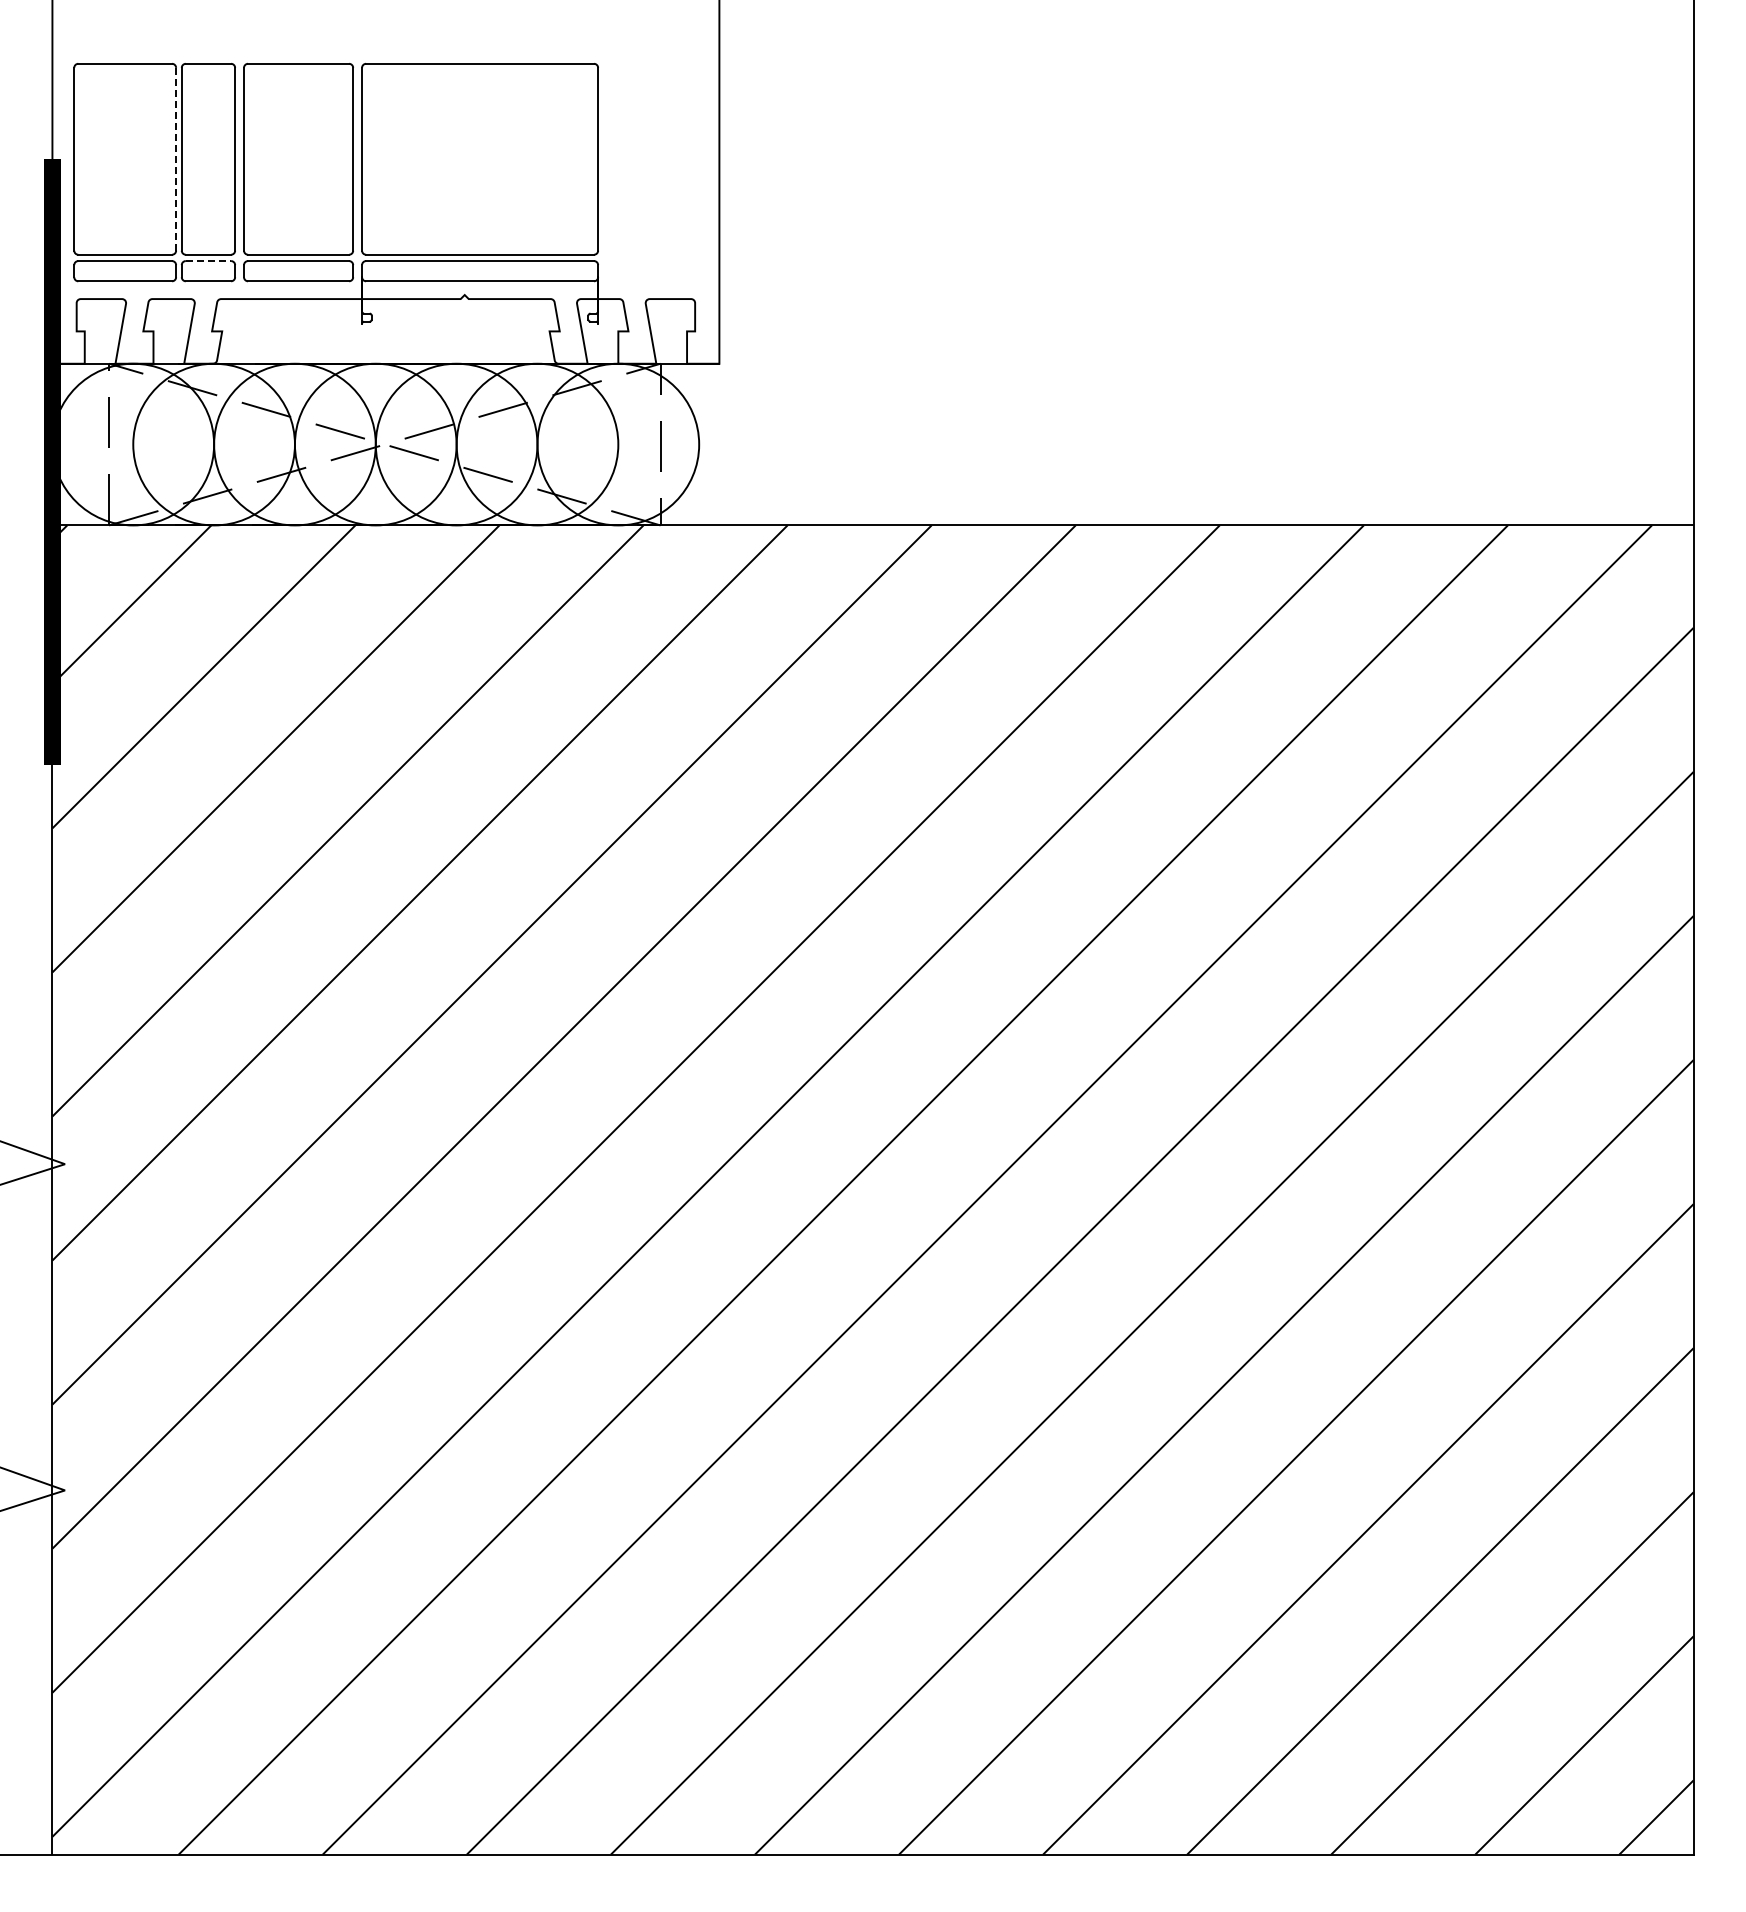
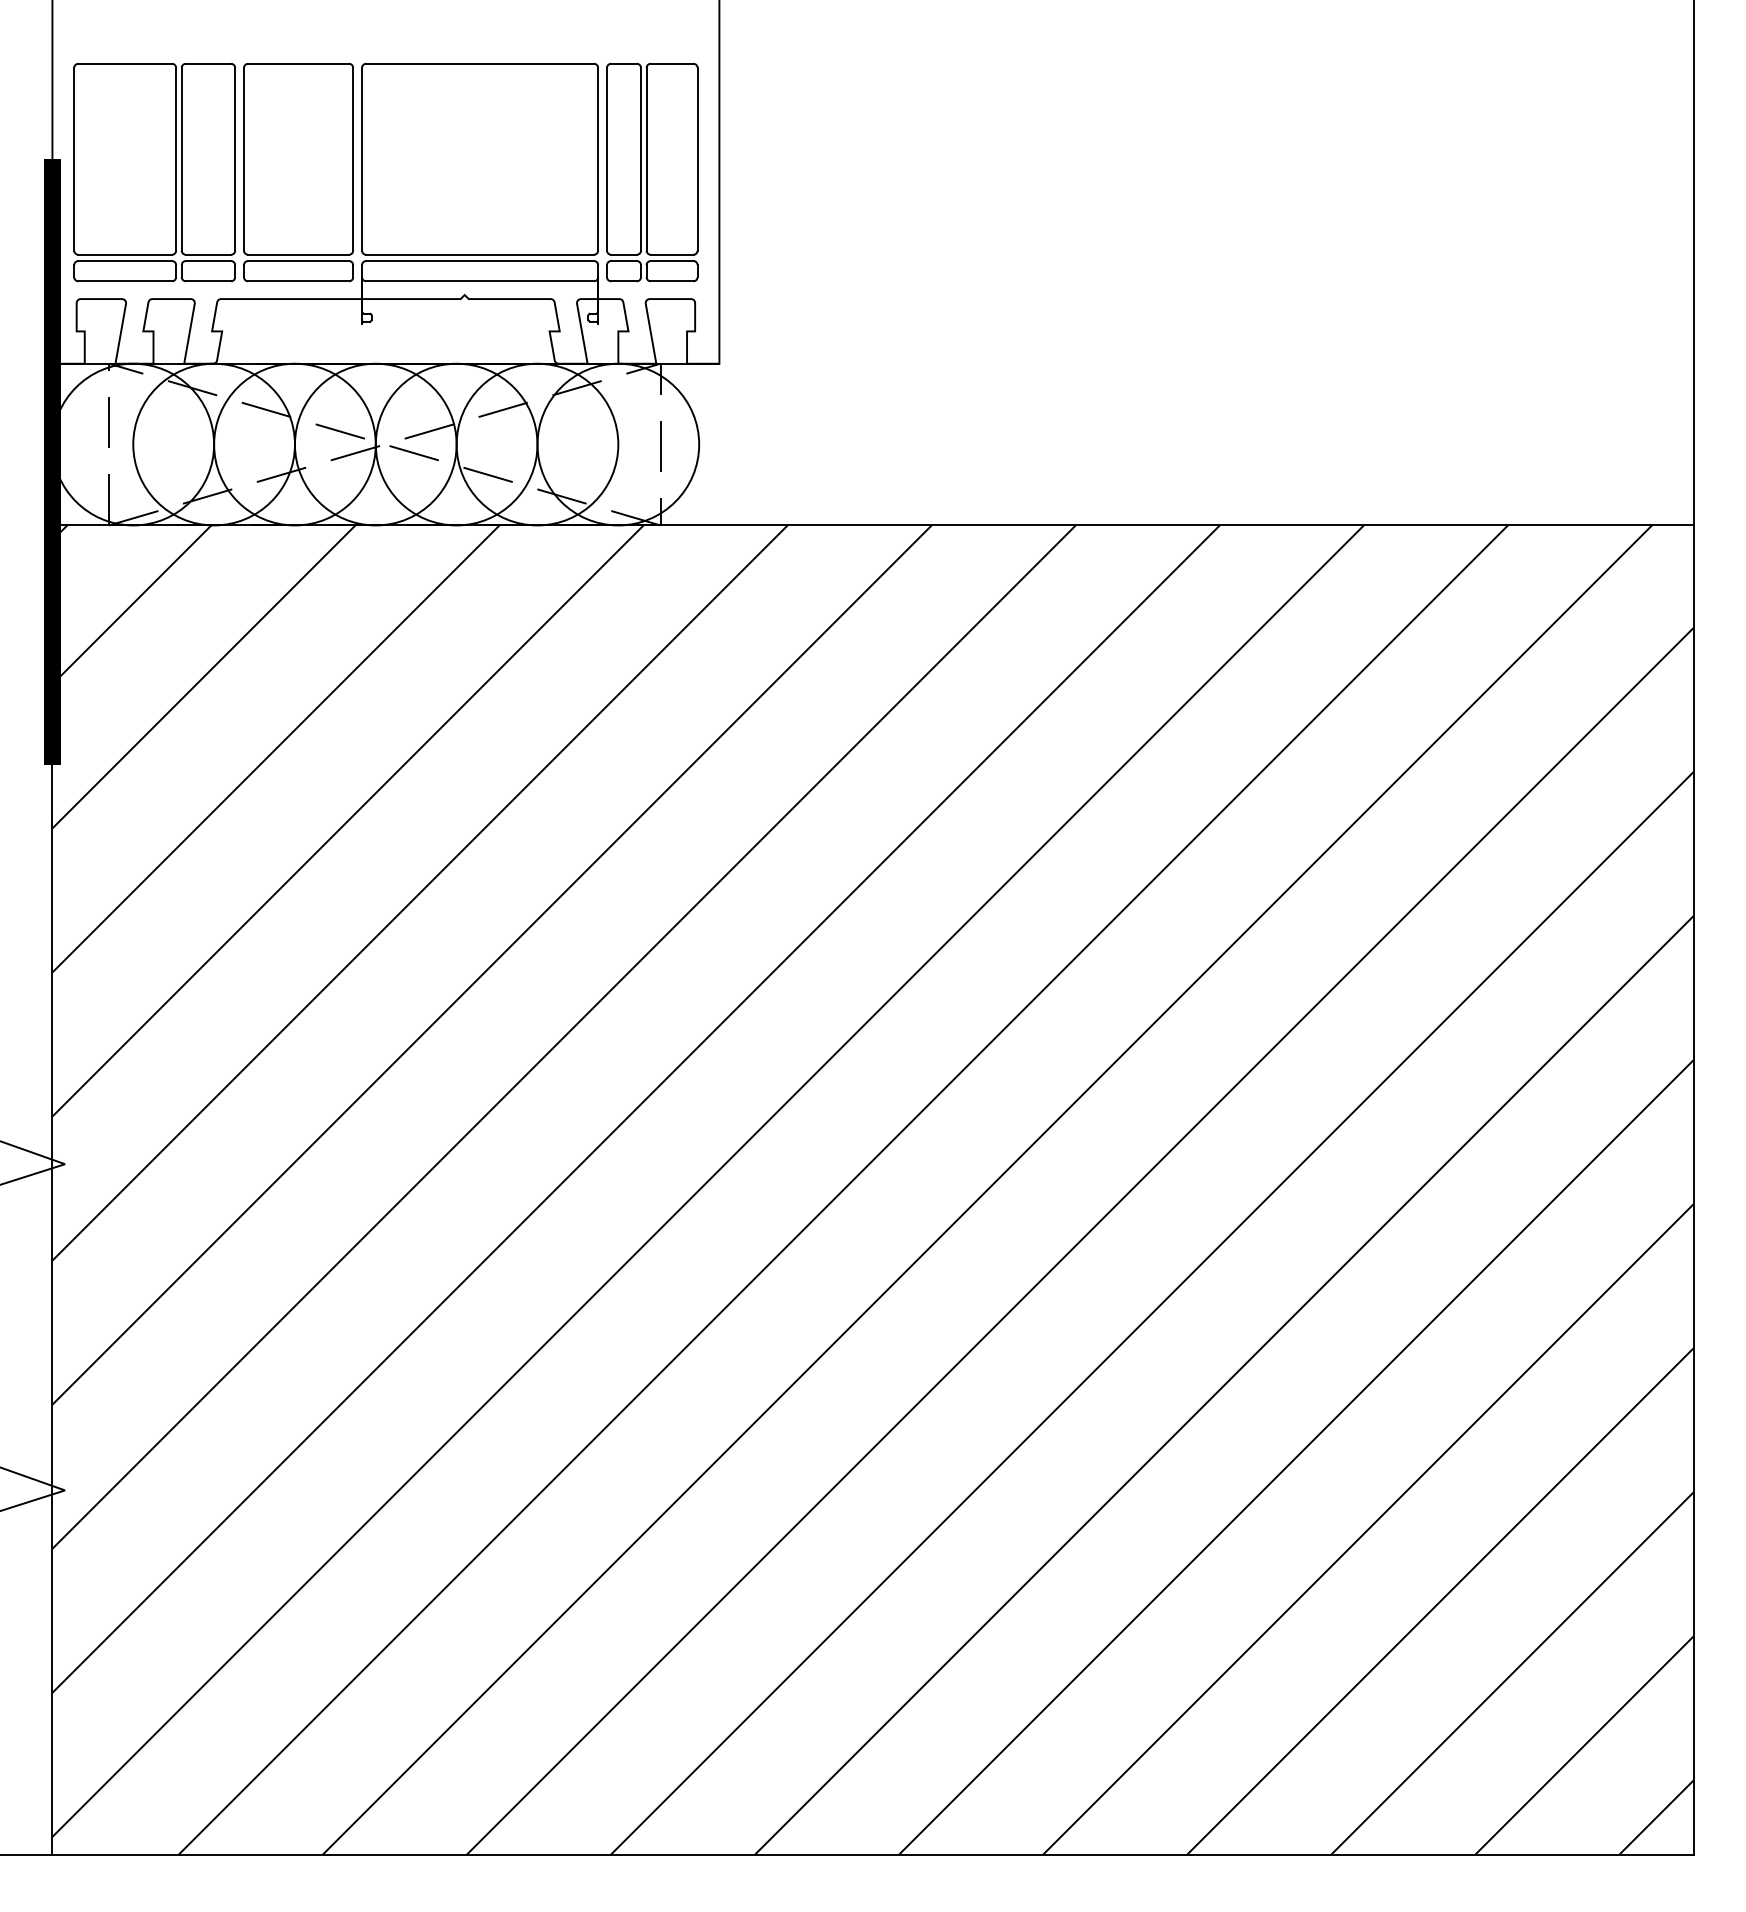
line at (176, 159): dashed -> solid
part at (652, 172): none -> present
line at (208, 261): dashed -> solid
